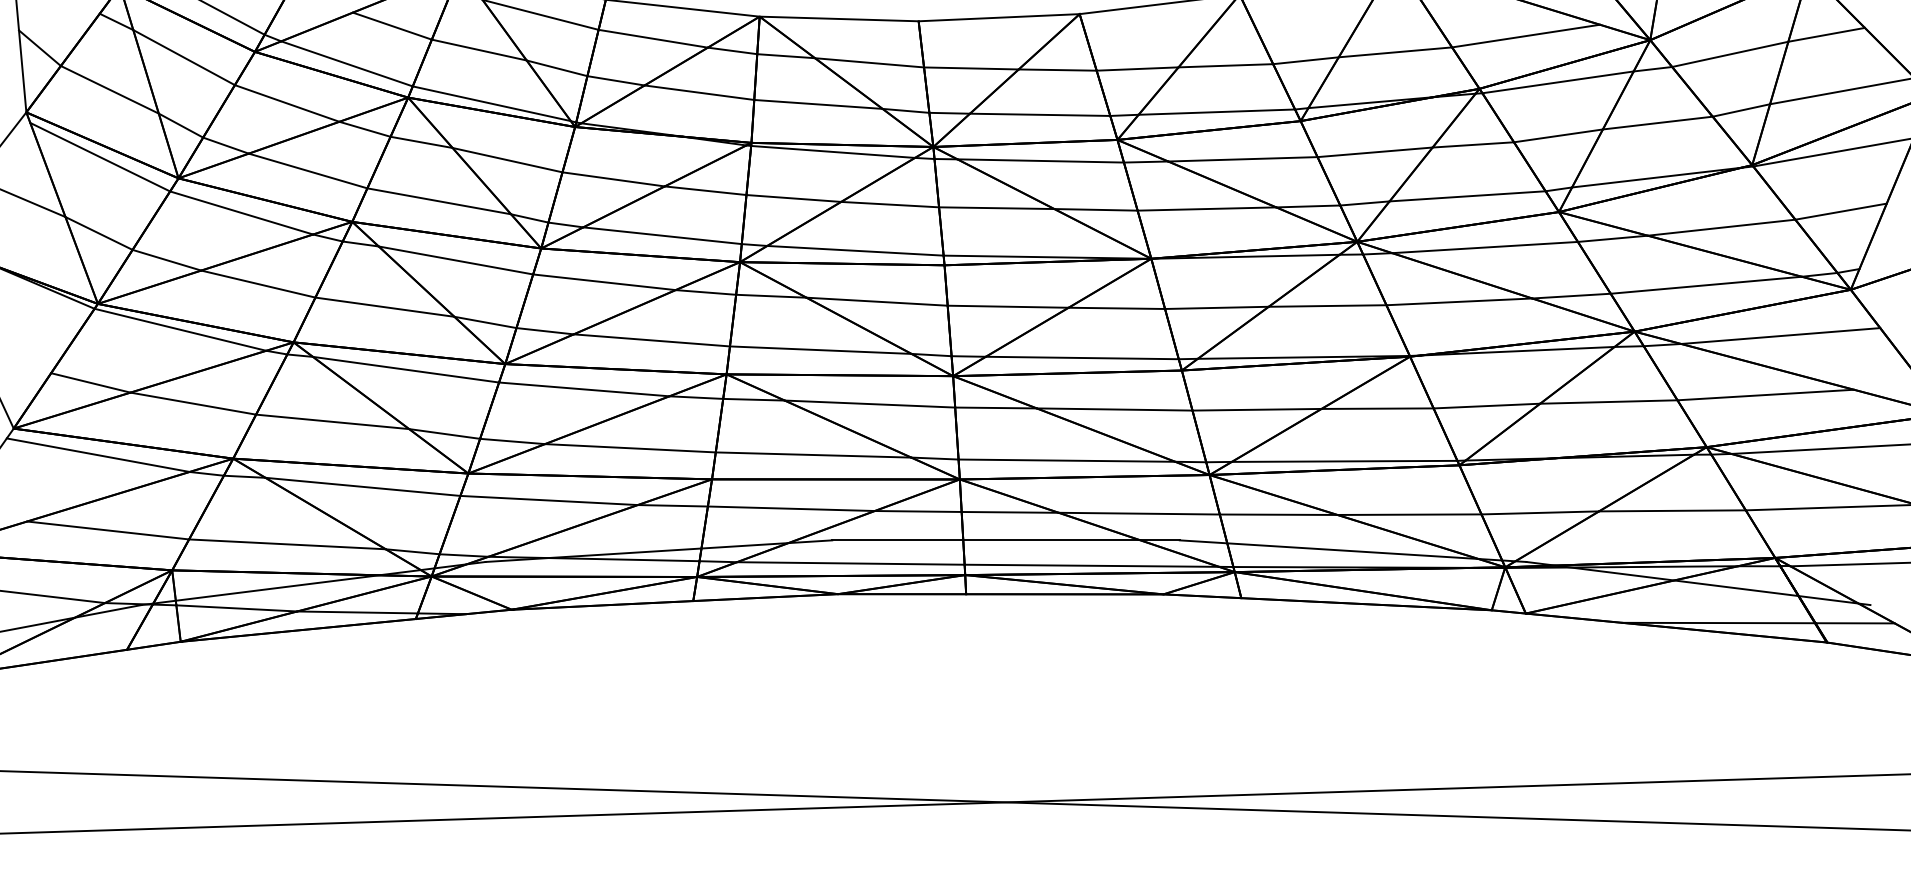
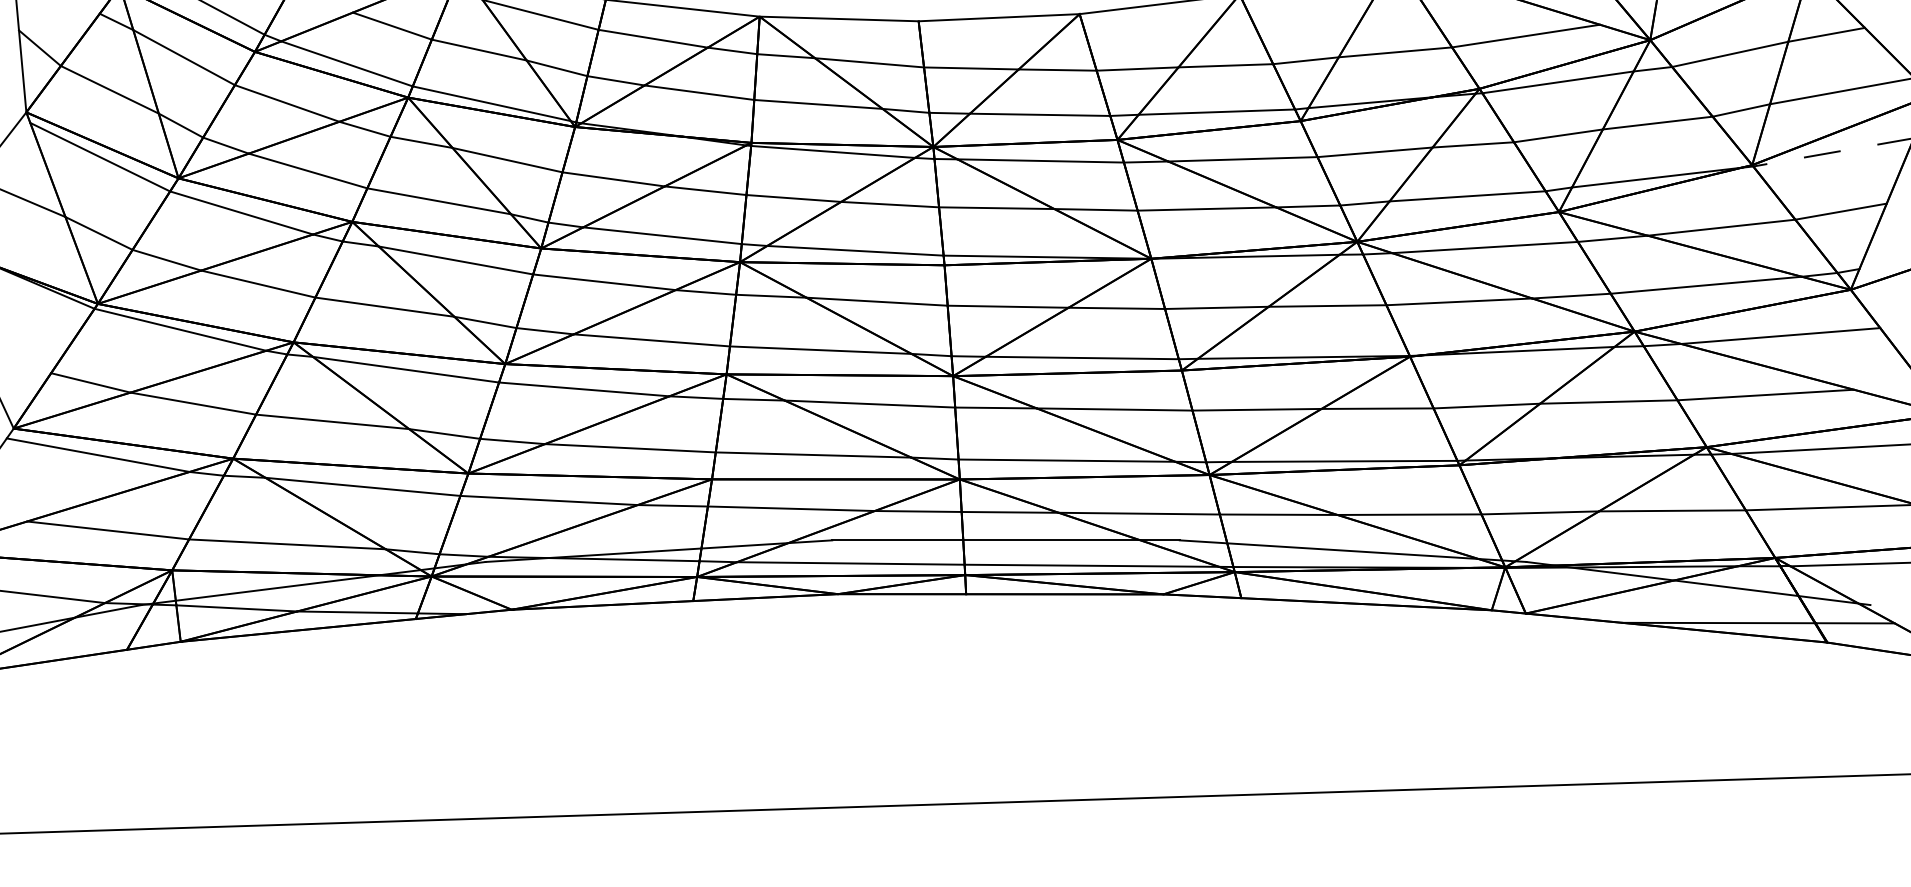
line at (1831, 152): solid -> dashed
line at (954, 800): present -> none
